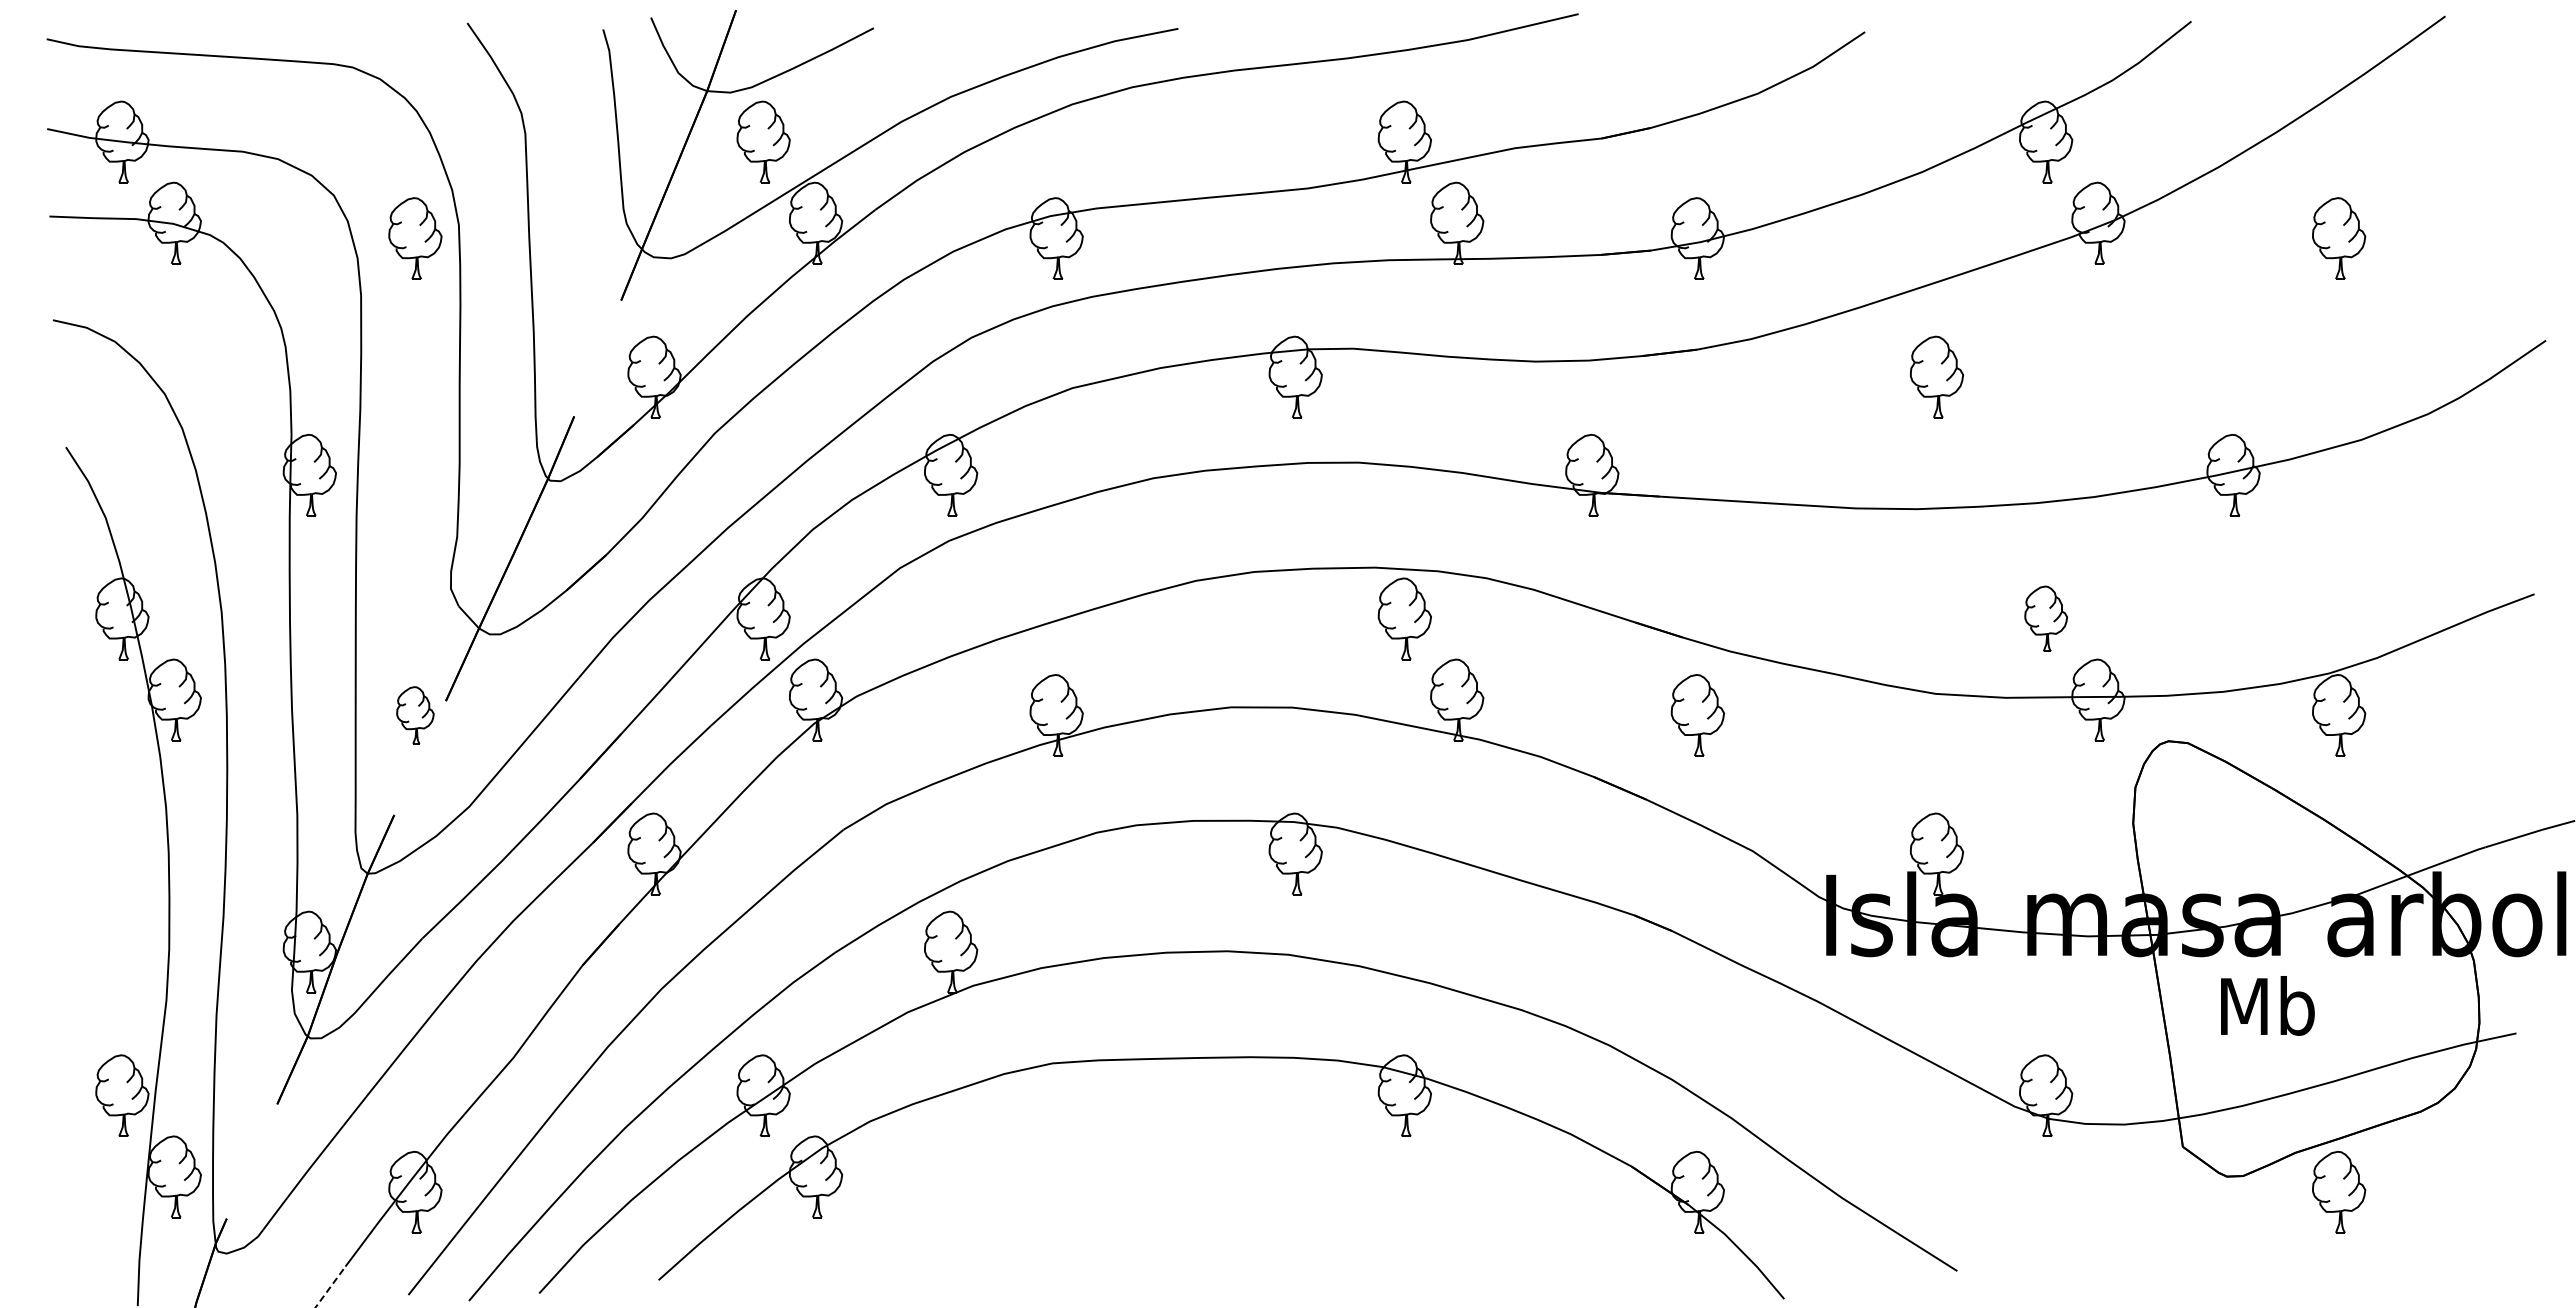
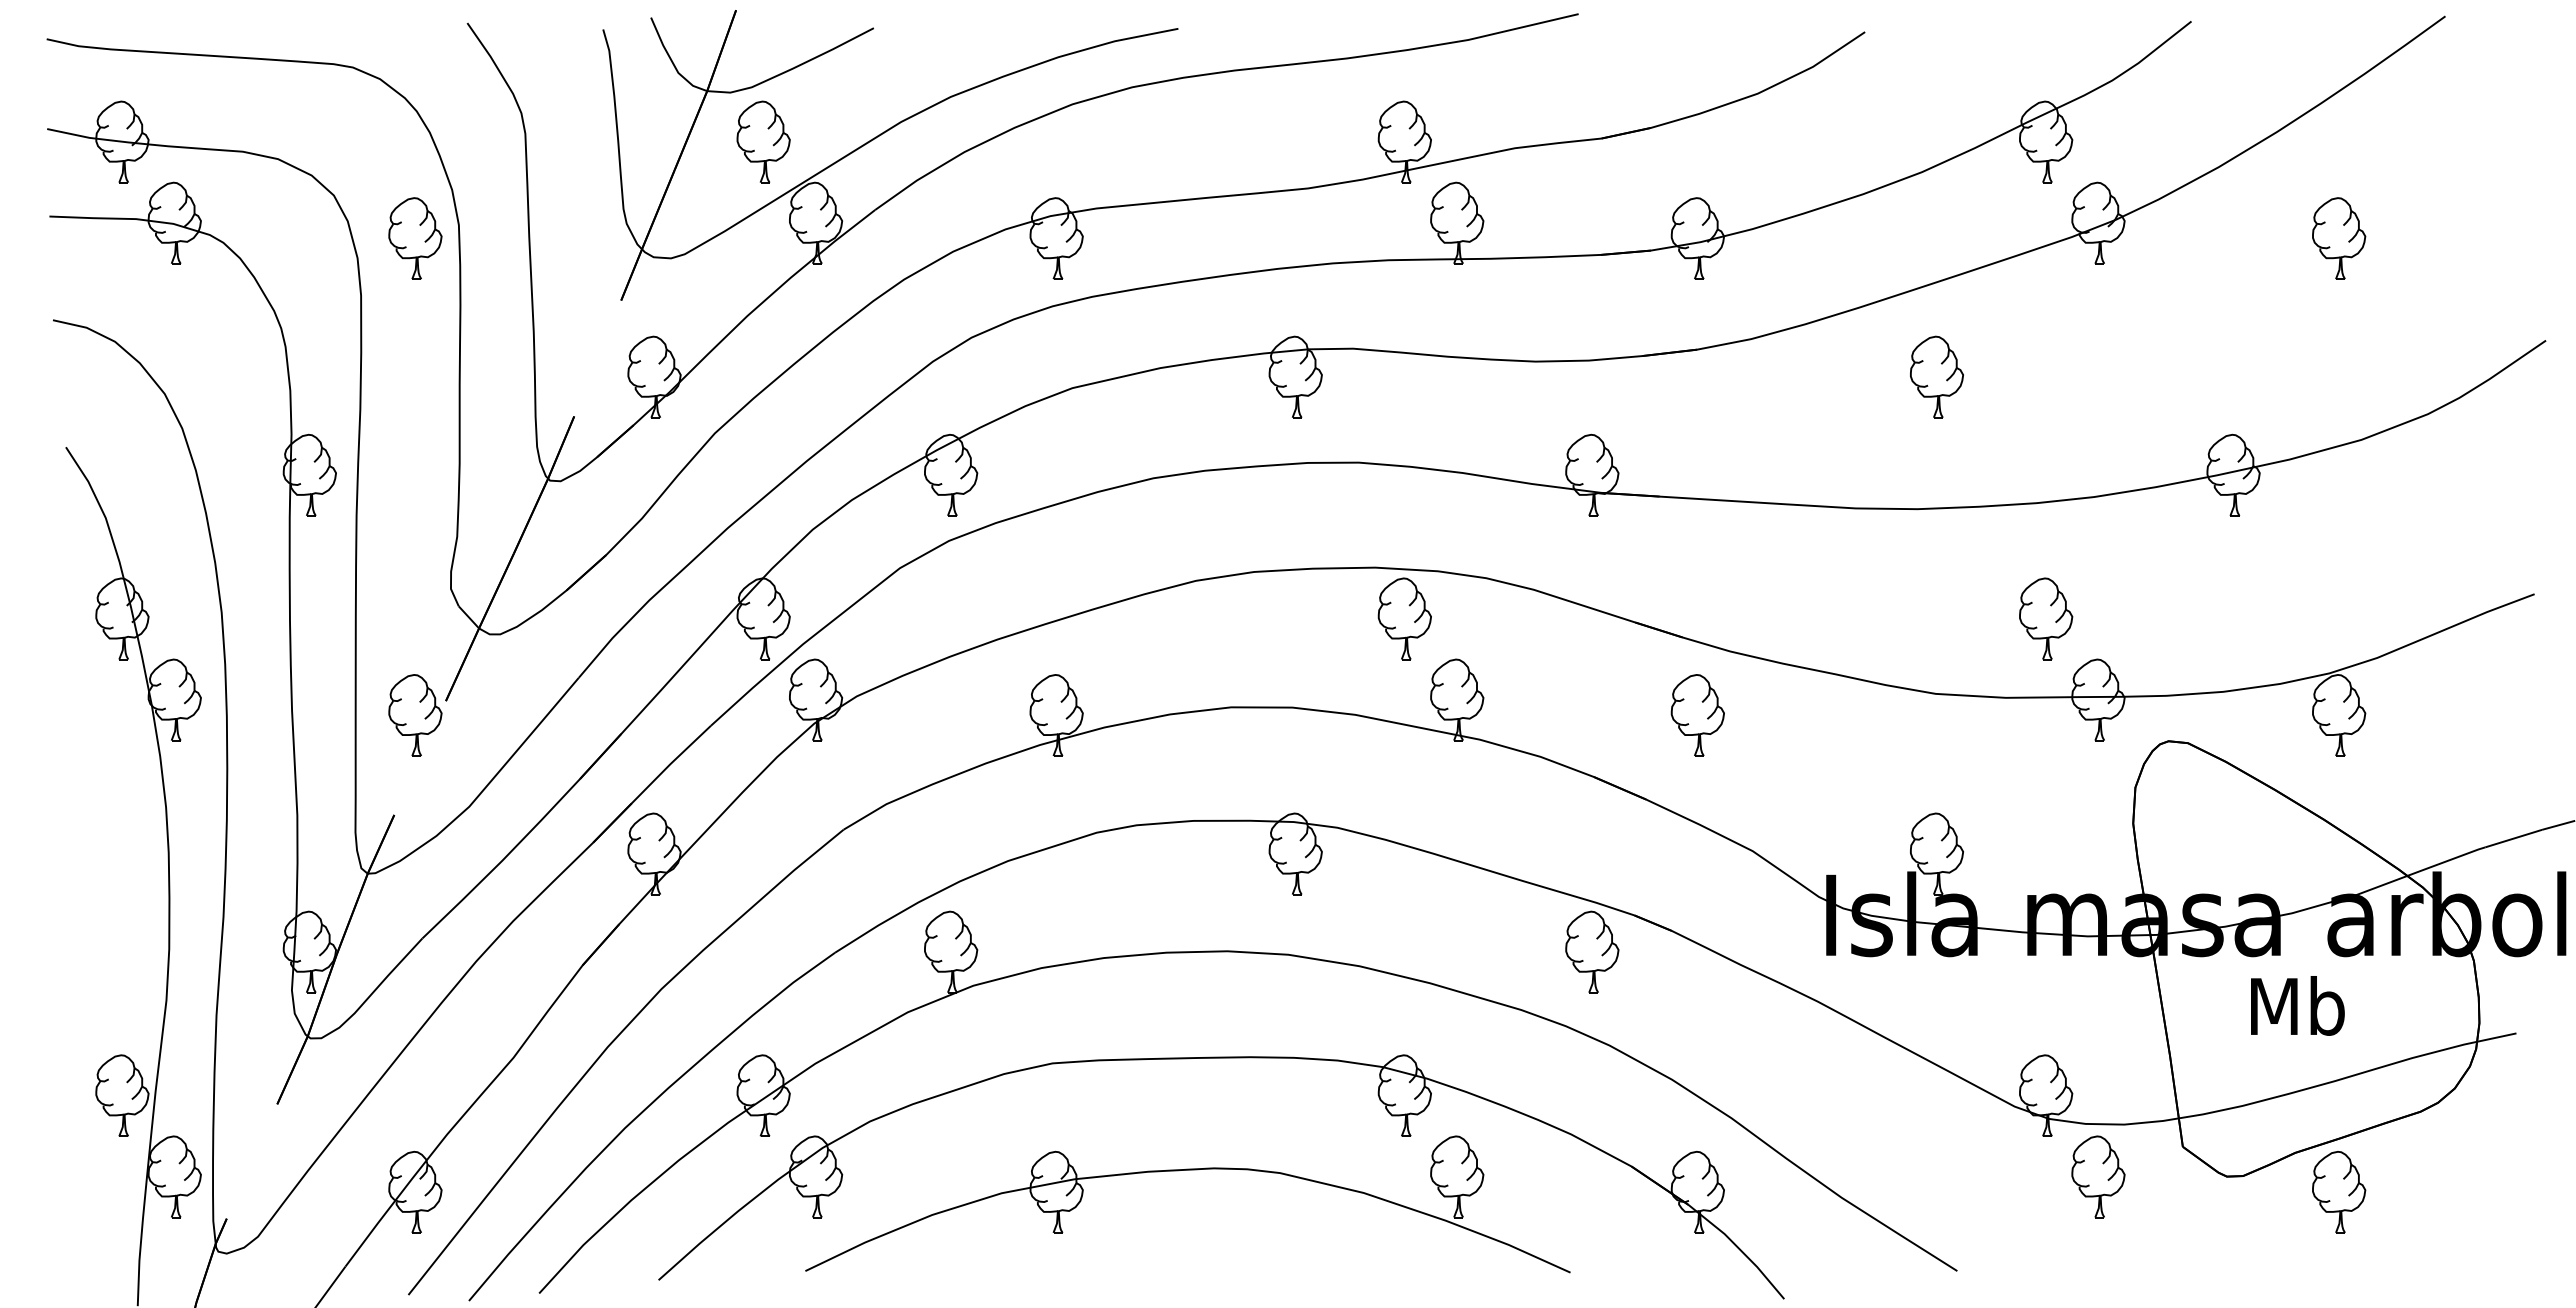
part at (2045, 618) size: 44x67 px -> 55x84 px
part at (415, 715) size: 39x59 px -> 55x83 px
part at (1592, 951): none -> present
text at (2267, 1005) position: (2267, 1005) -> (2297, 1005)
part at (1187, 1170): none -> present
part at (2098, 1176): none -> present
line at (330, 1287): dashed -> solid
